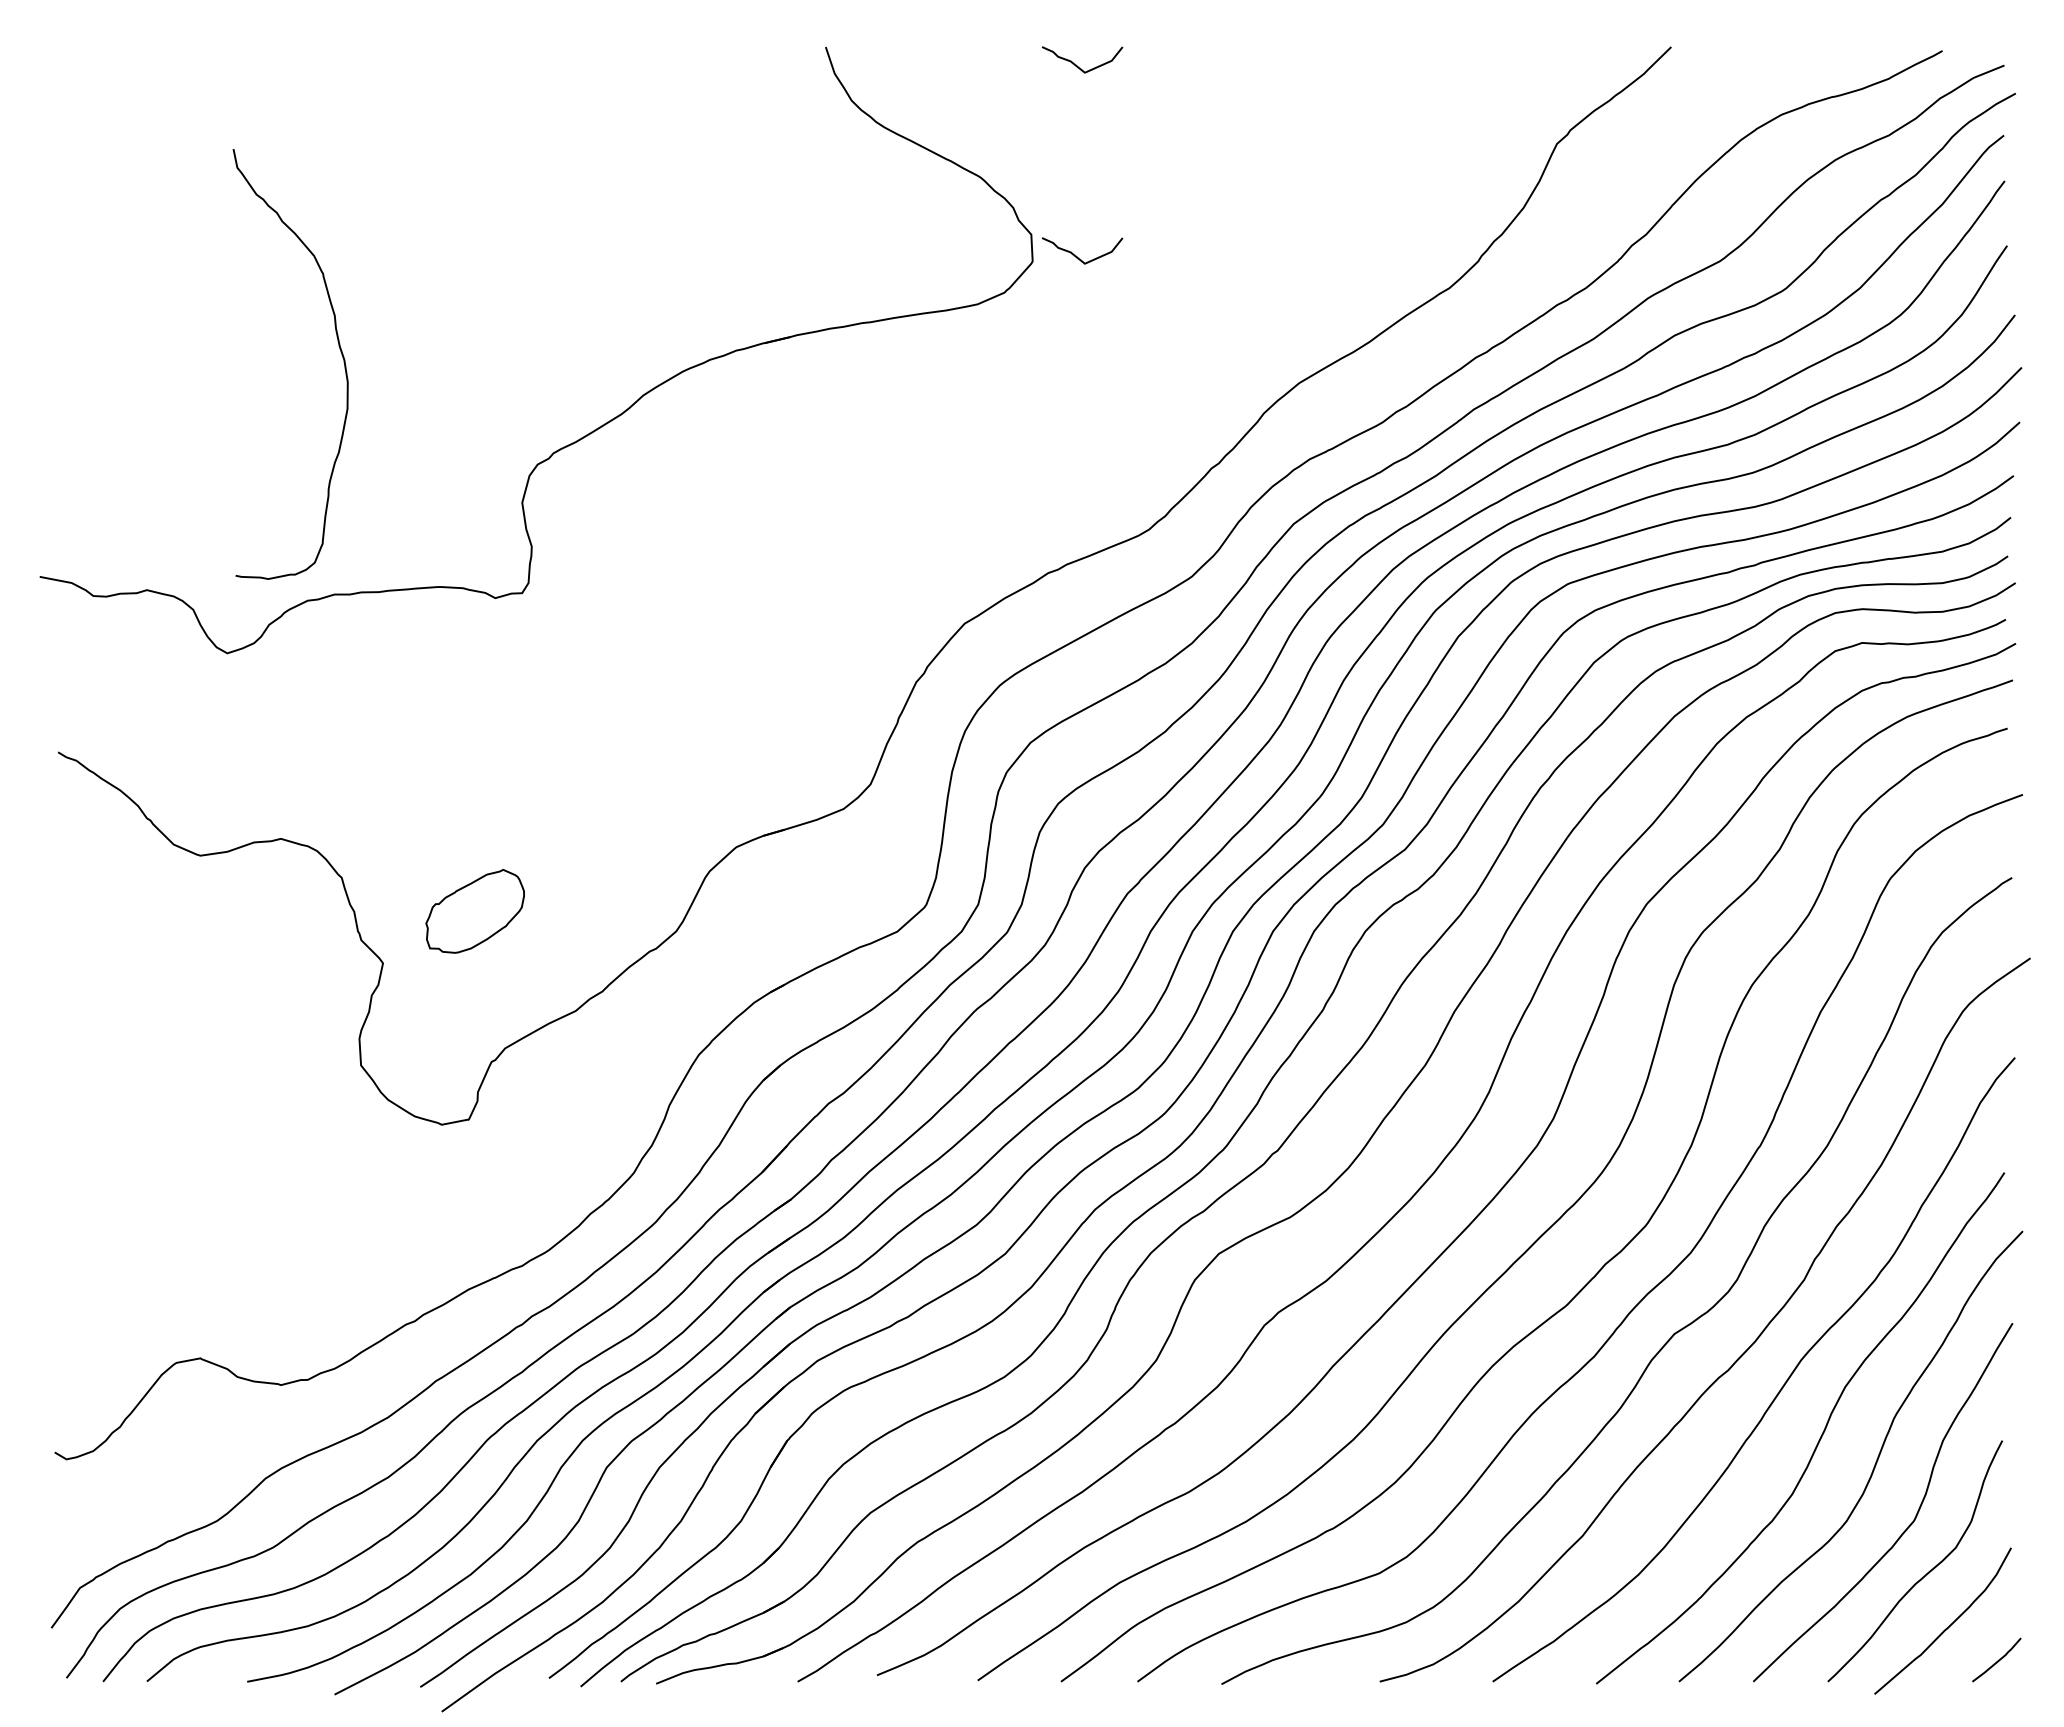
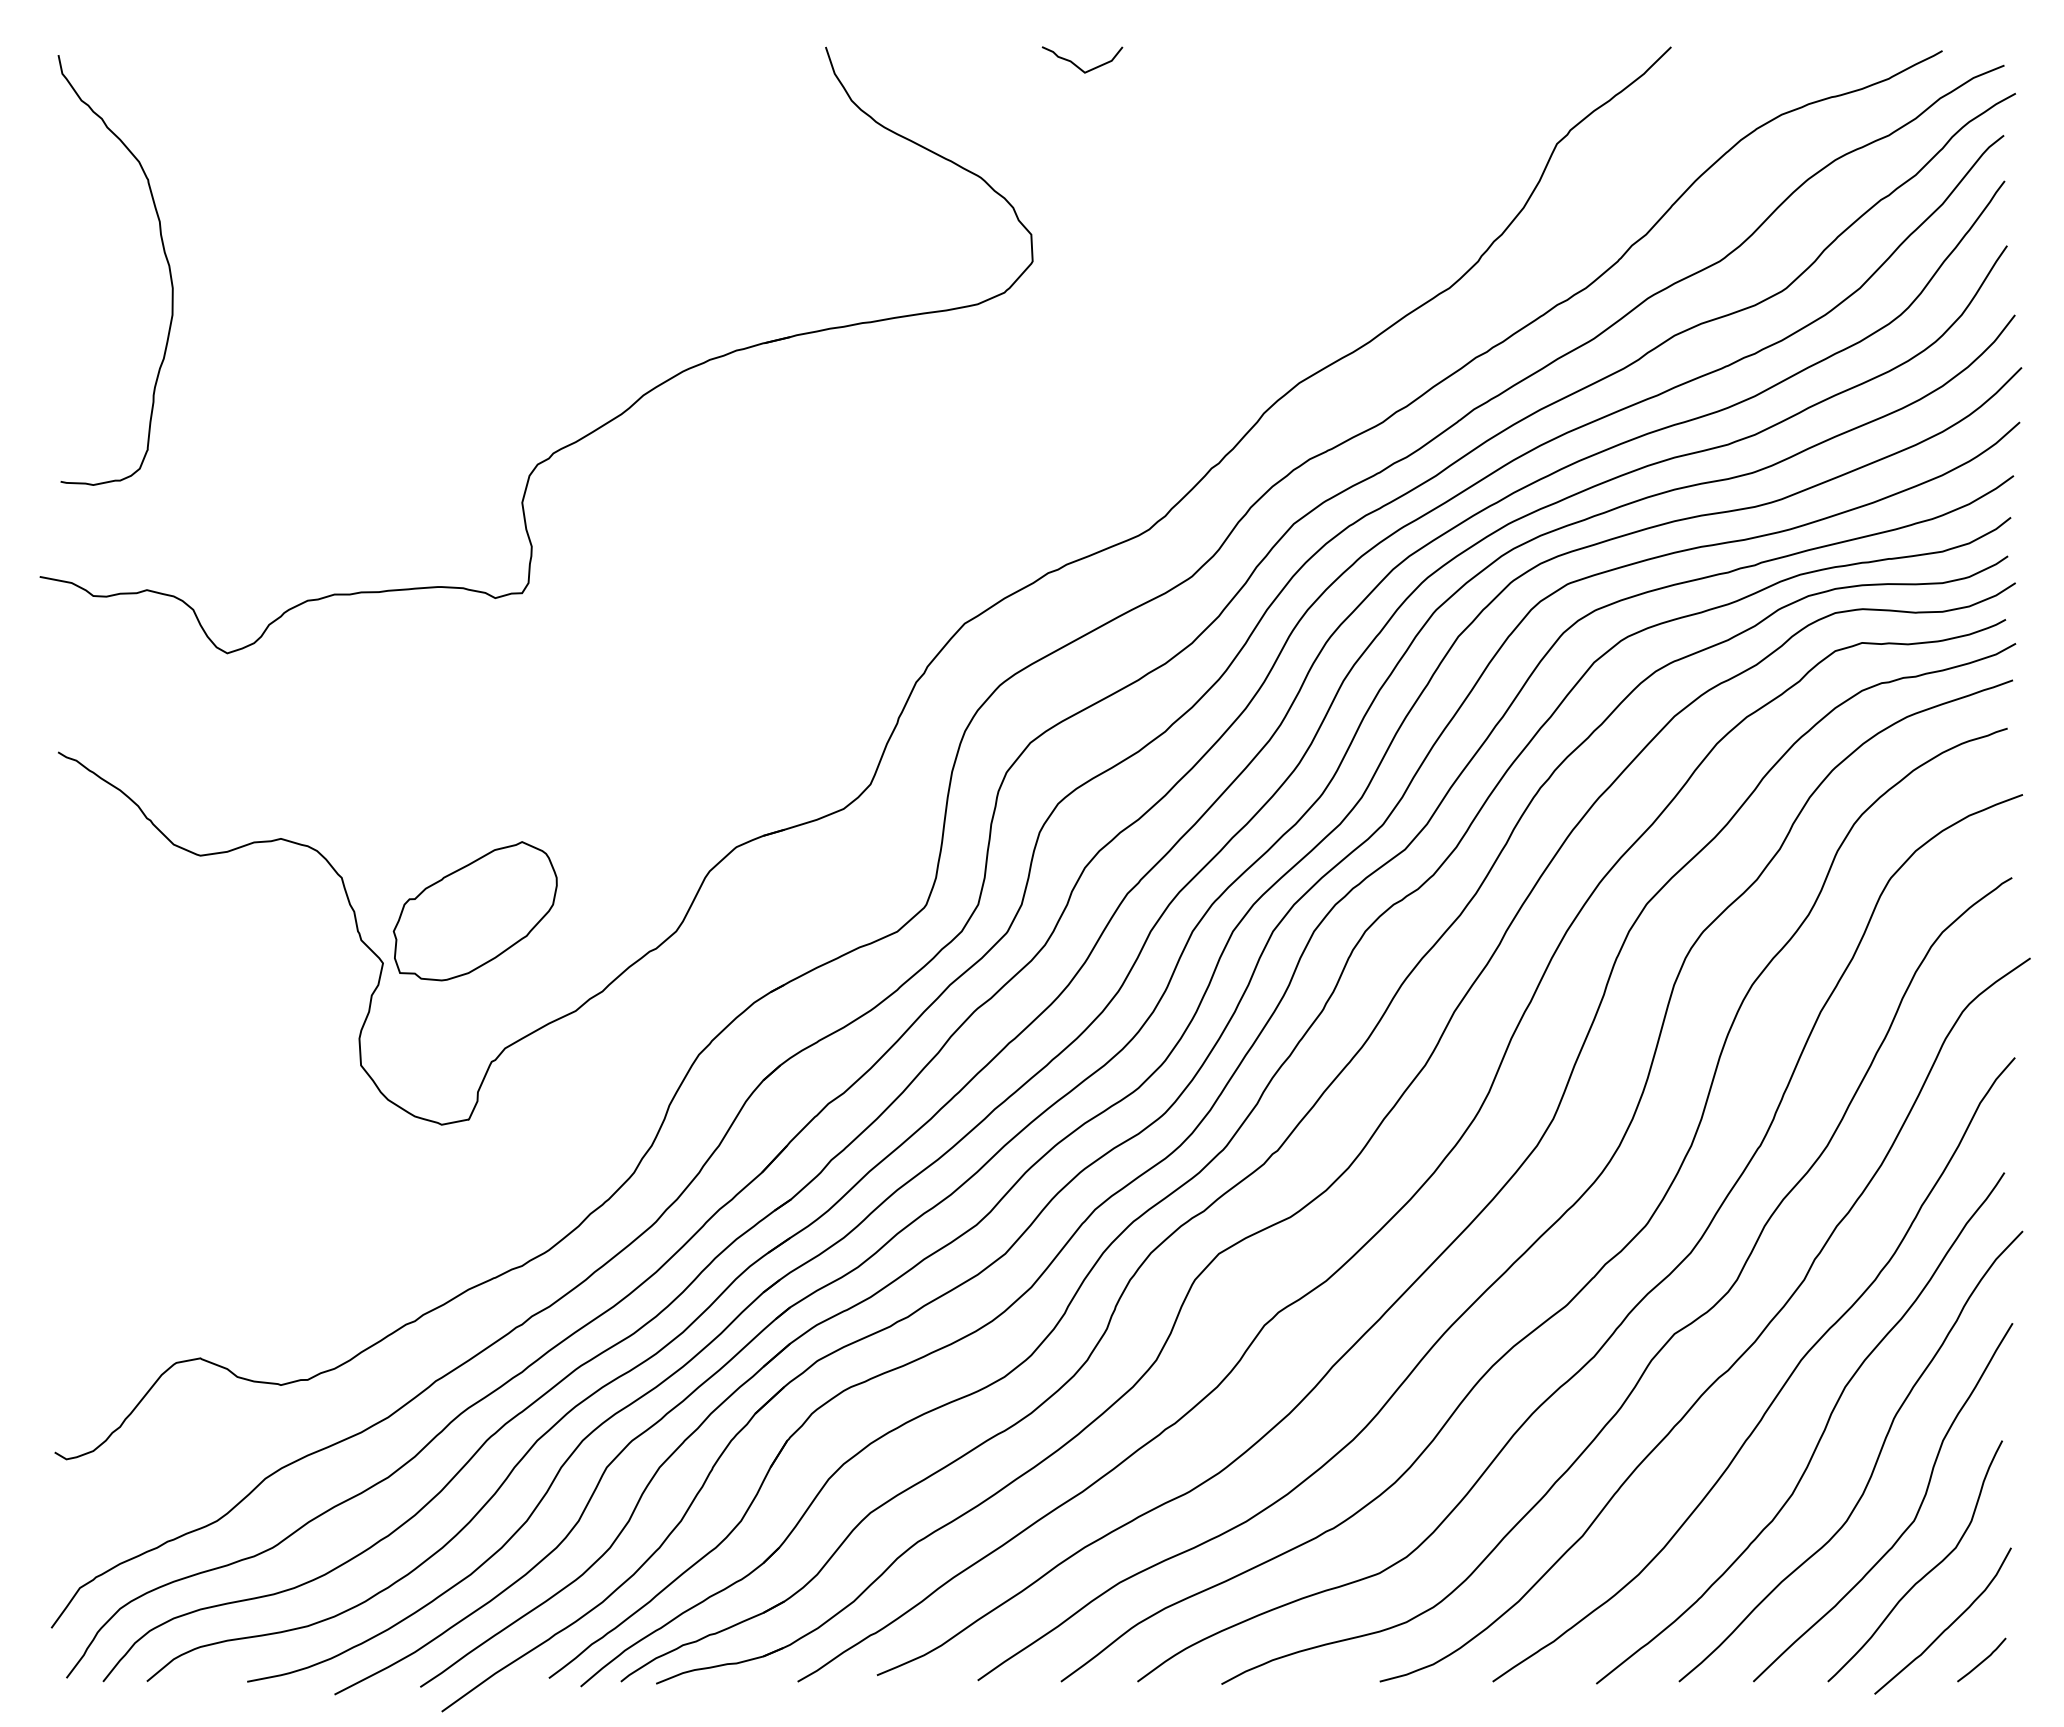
curve at (1076, 255): present -> none
curve at (339, 349) position: (339, 349) -> (164, 255)
part at (474, 911) size: 100x85 px -> 166x141 px
curve at (1997, 1660) position: (1997, 1660) -> (1982, 1660)
